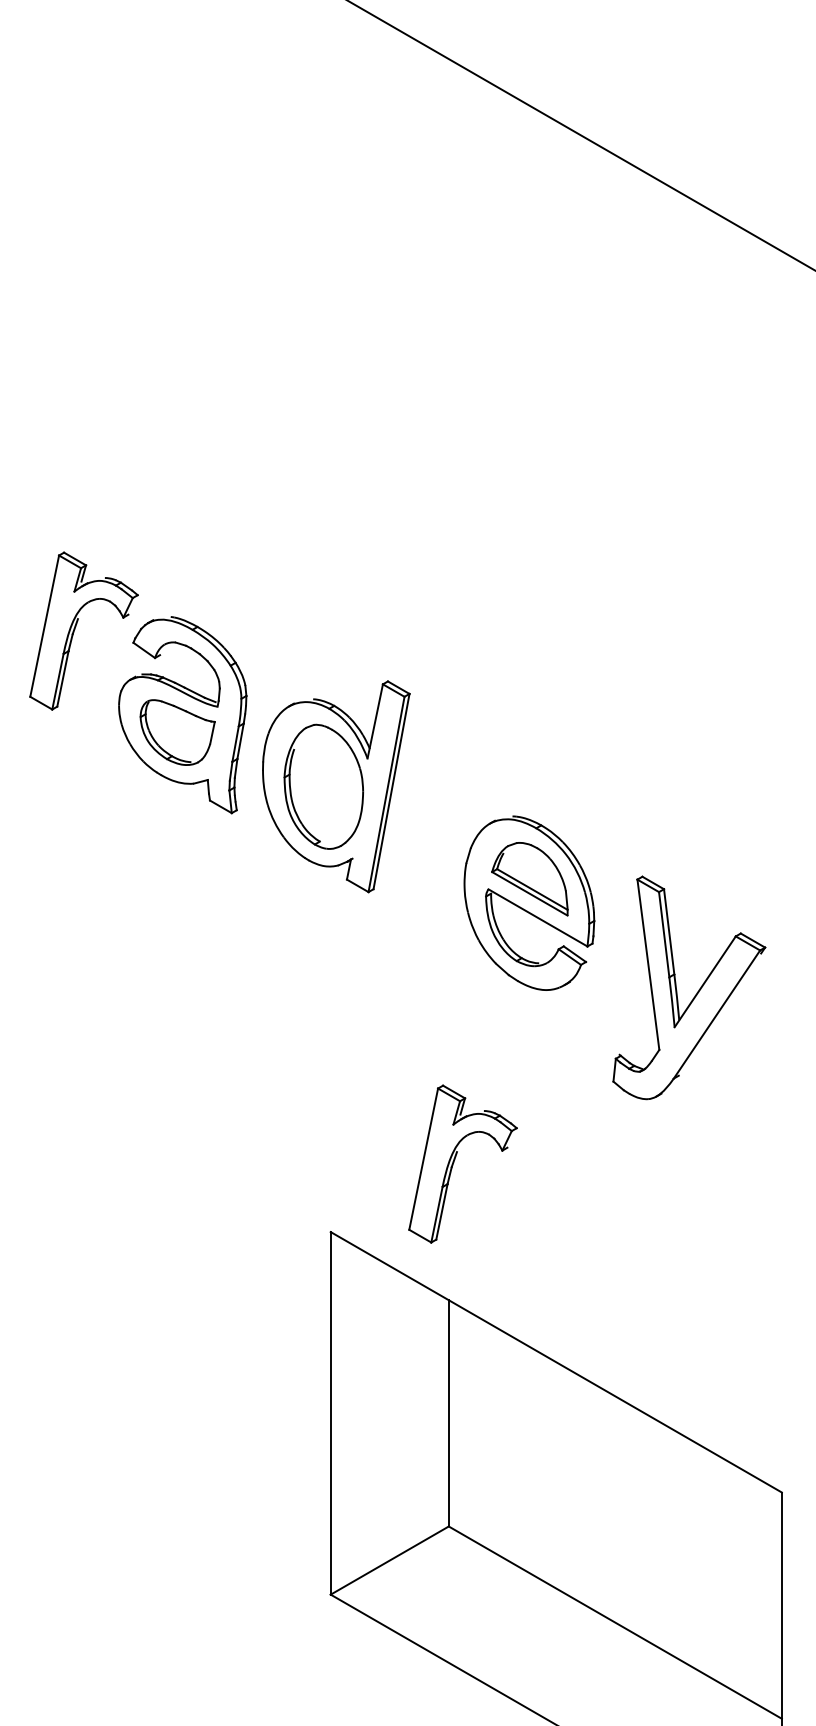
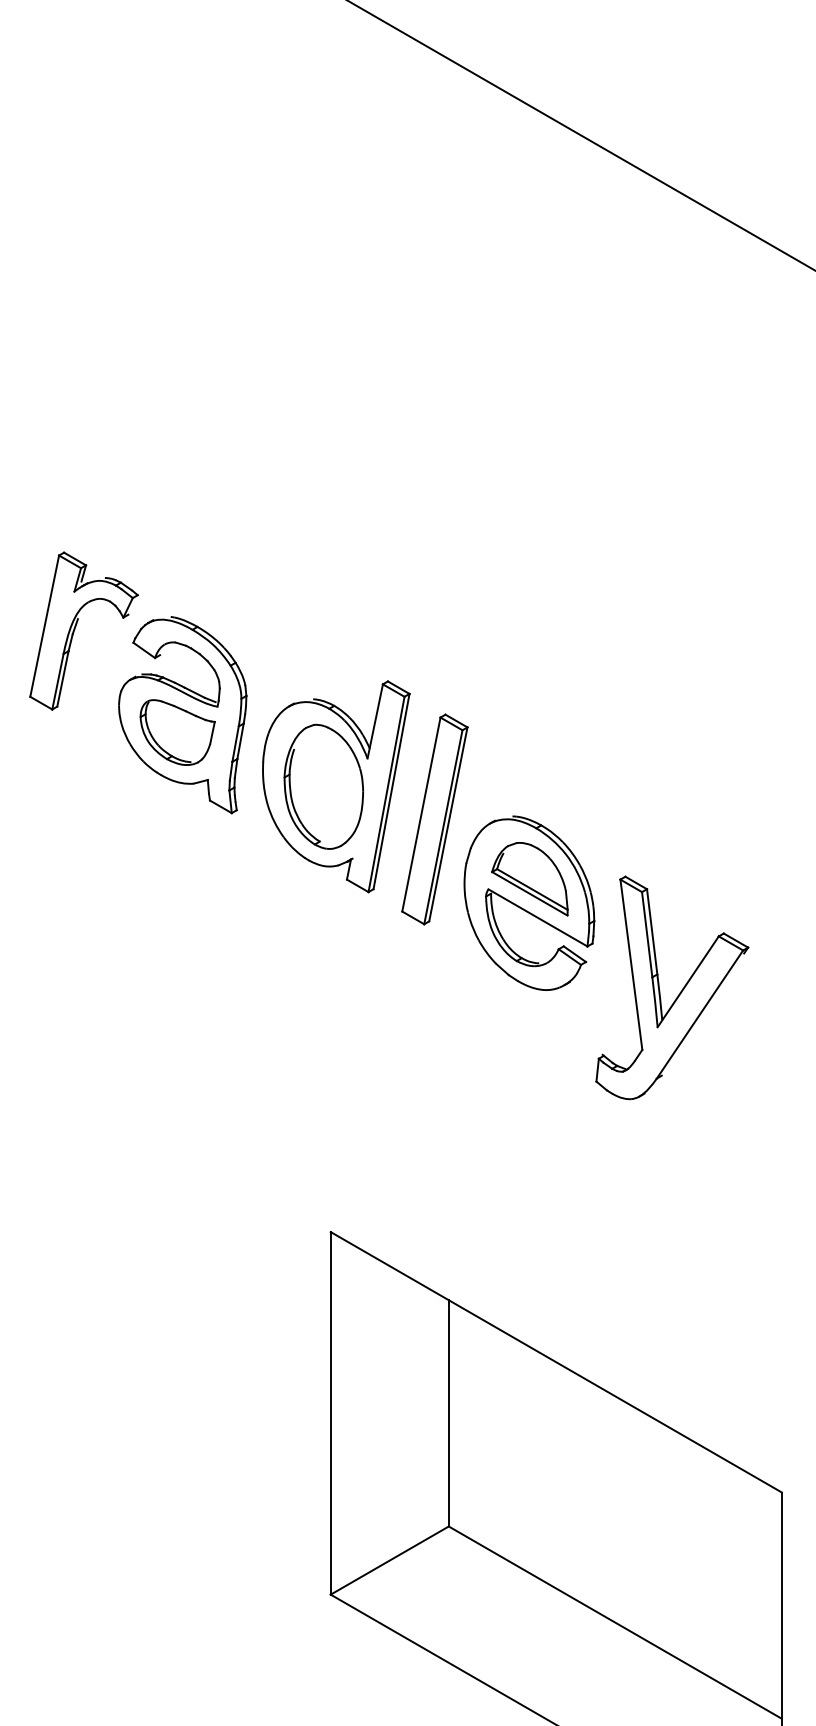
part at (434, 819): none -> present
part at (696, 992) position: (696, 992) -> (679, 992)
part at (455, 1159): present -> none
